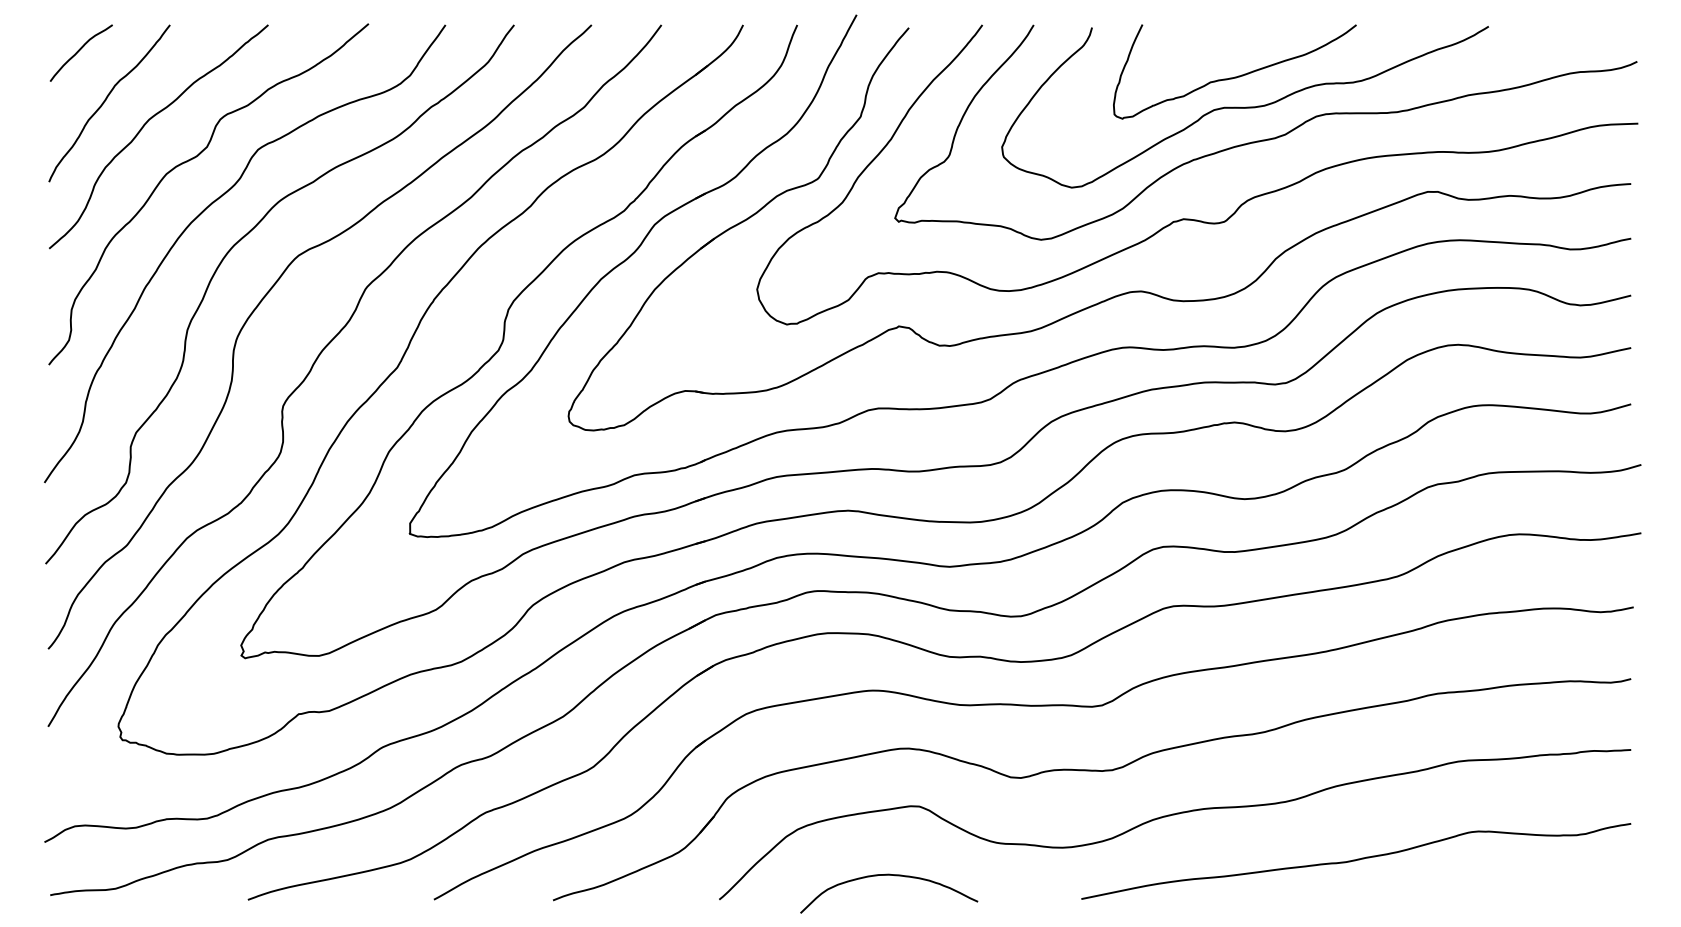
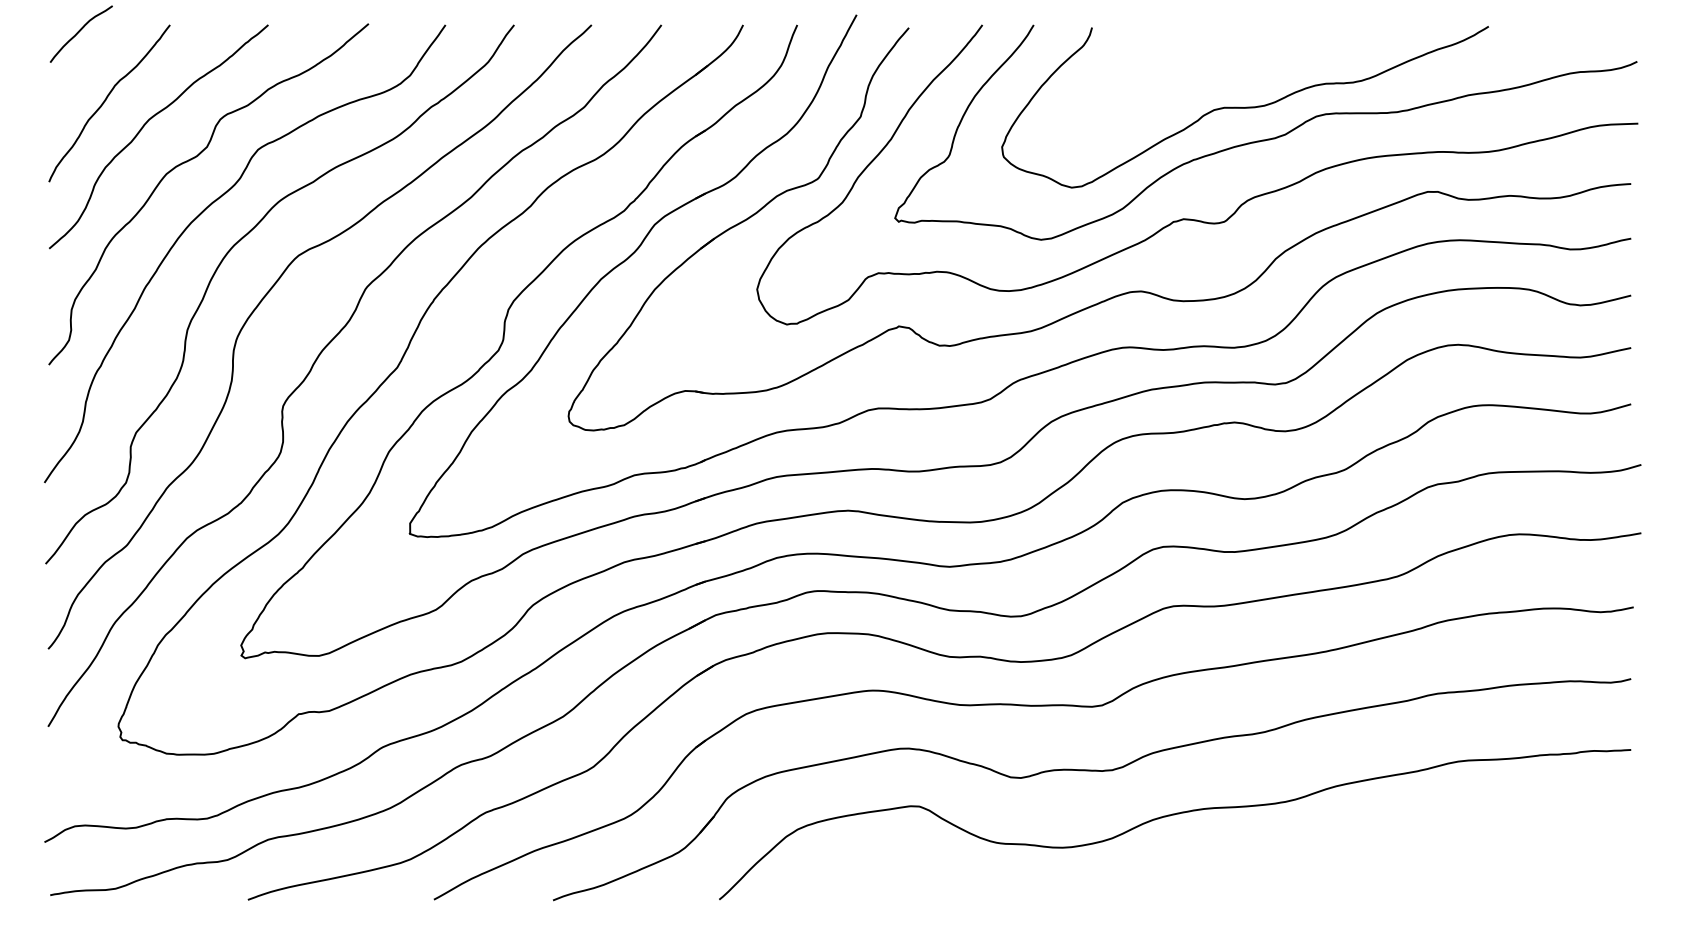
curve at (79, 51) position: (79, 51) -> (79, 32)
curve at (1234, 76): present -> none
curve at (1356, 860): present -> none
curve at (889, 875): present -> none
